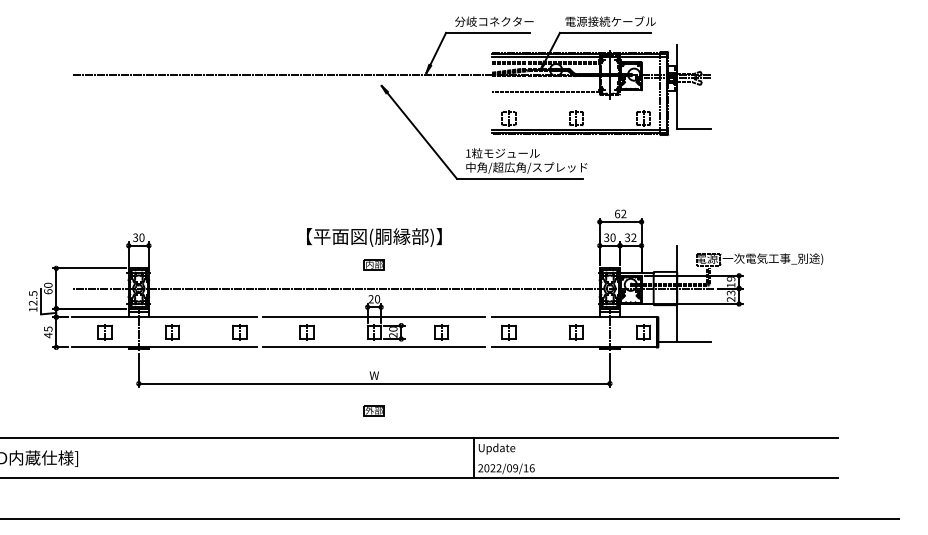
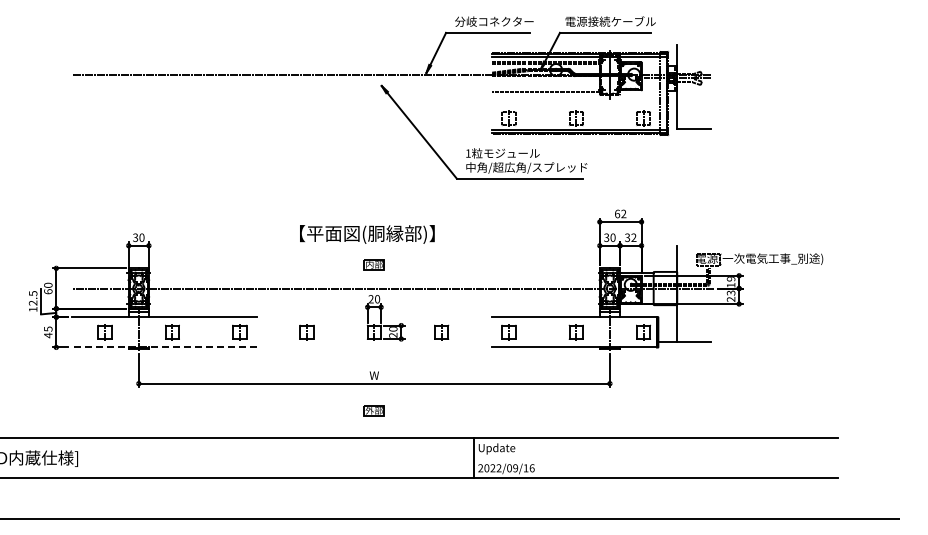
text at (374, 237) position: (374, 237) -> (367, 234)
line at (374, 317): present -> none
line at (164, 347): solid -> dashed
line at (374, 347): present -> none
